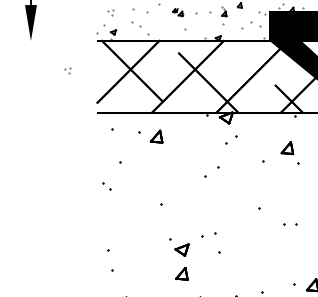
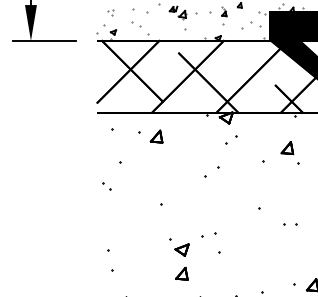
part at (178, 12) size: 13x10 px -> 20x16 px
line at (44, 40): none -> present
part at (67, 70): present -> none
